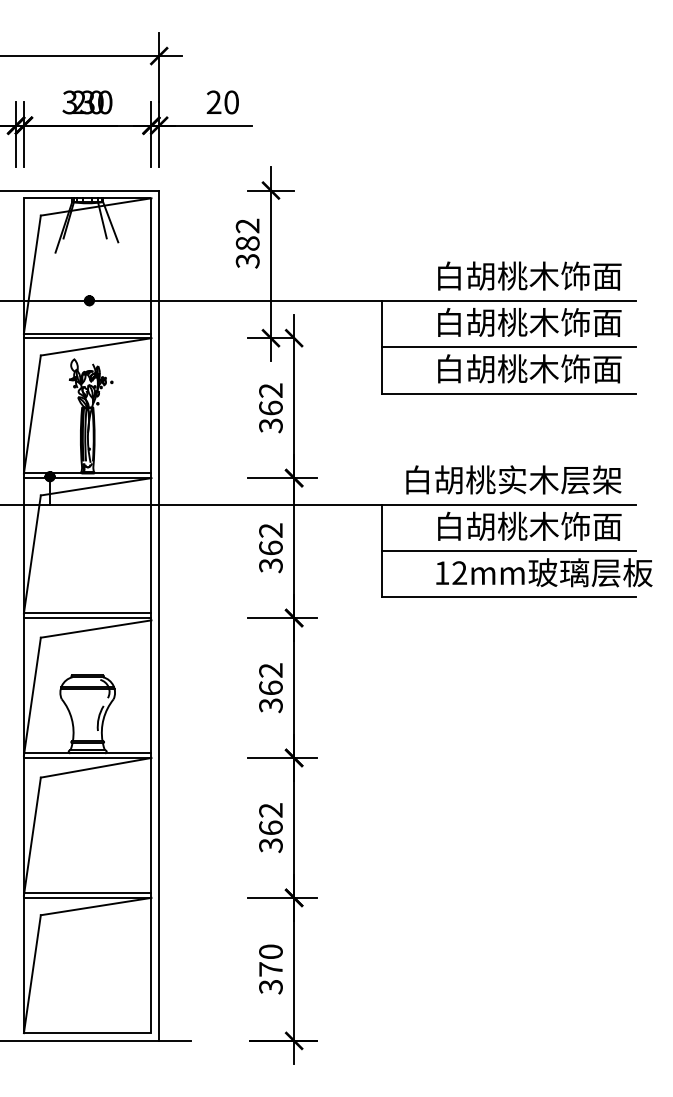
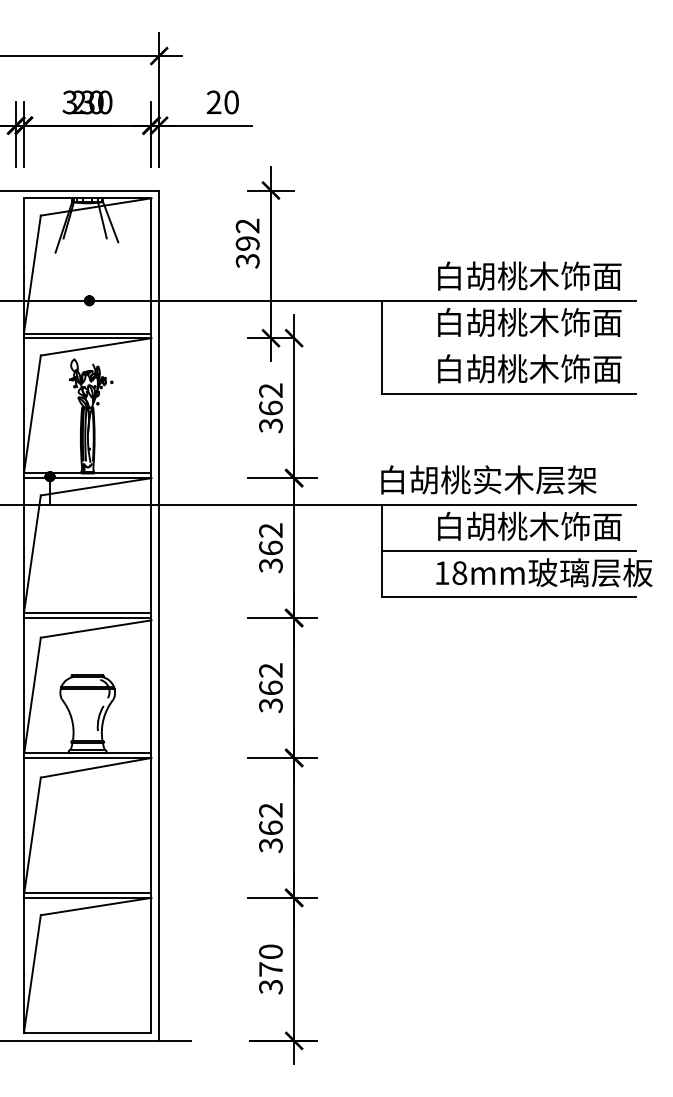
text at (247, 243): 382 -> 392
line at (508, 347): present -> none
text at (513, 479) position: (513, 479) -> (488, 479)
text at (459, 573): 12mm -> 18mm
